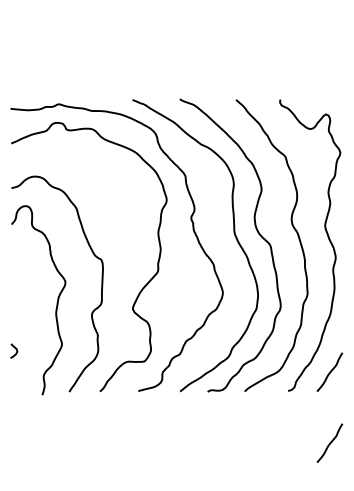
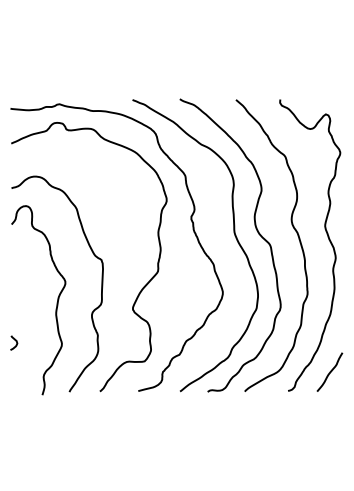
curve at (15, 349) position: (15, 349) -> (15, 341)
curve at (329, 442): present -> none
